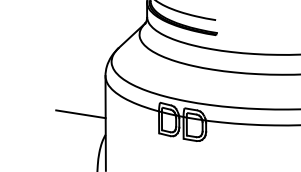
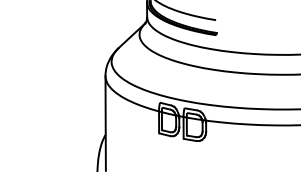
line at (80, 114): present -> none
